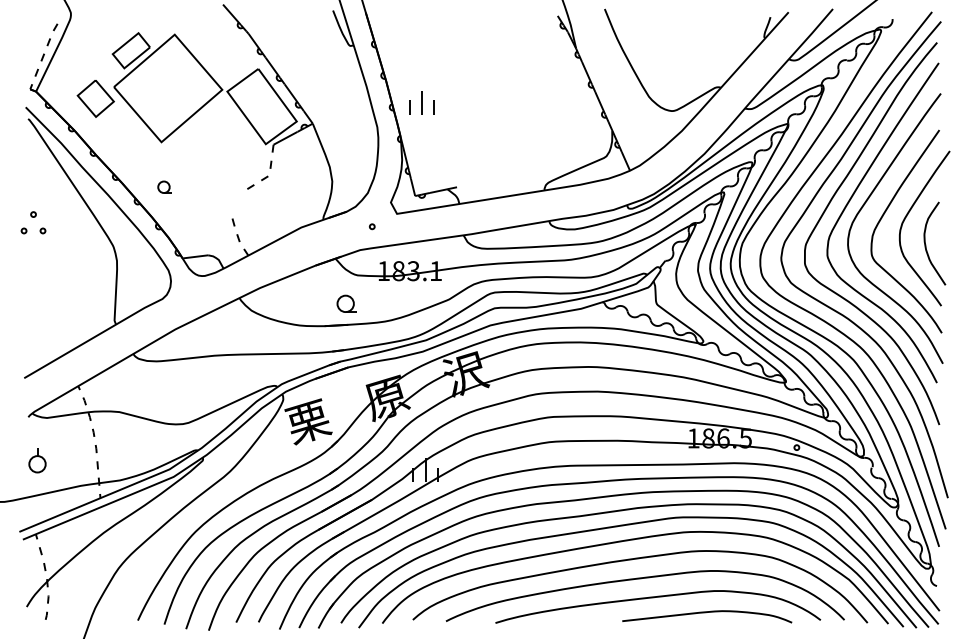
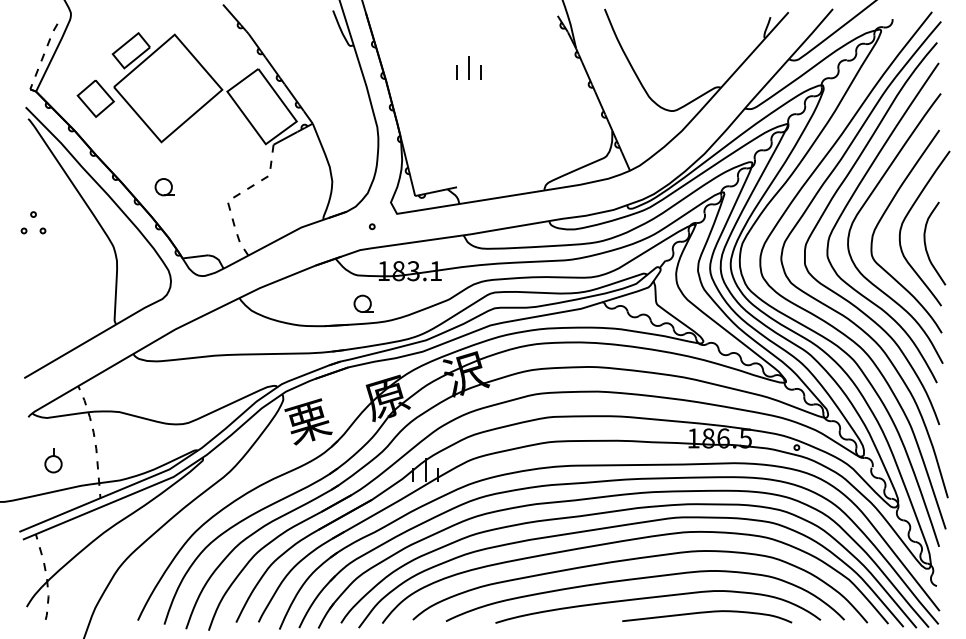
part at (421, 102) position: (421, 102) -> (468, 67)
part at (164, 186) size: 15x14 px -> 21x19 px
part at (233, 201): none -> present
part at (346, 303) position: (346, 303) -> (363, 303)
part at (37, 460) position: (37, 460) -> (53, 460)
